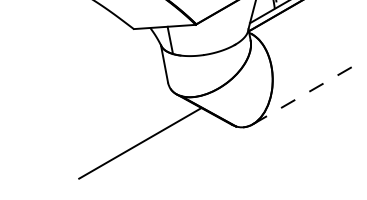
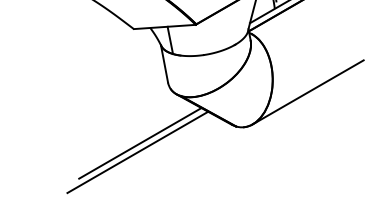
line at (308, 92): dashed -> solid
line at (137, 152): none -> present
